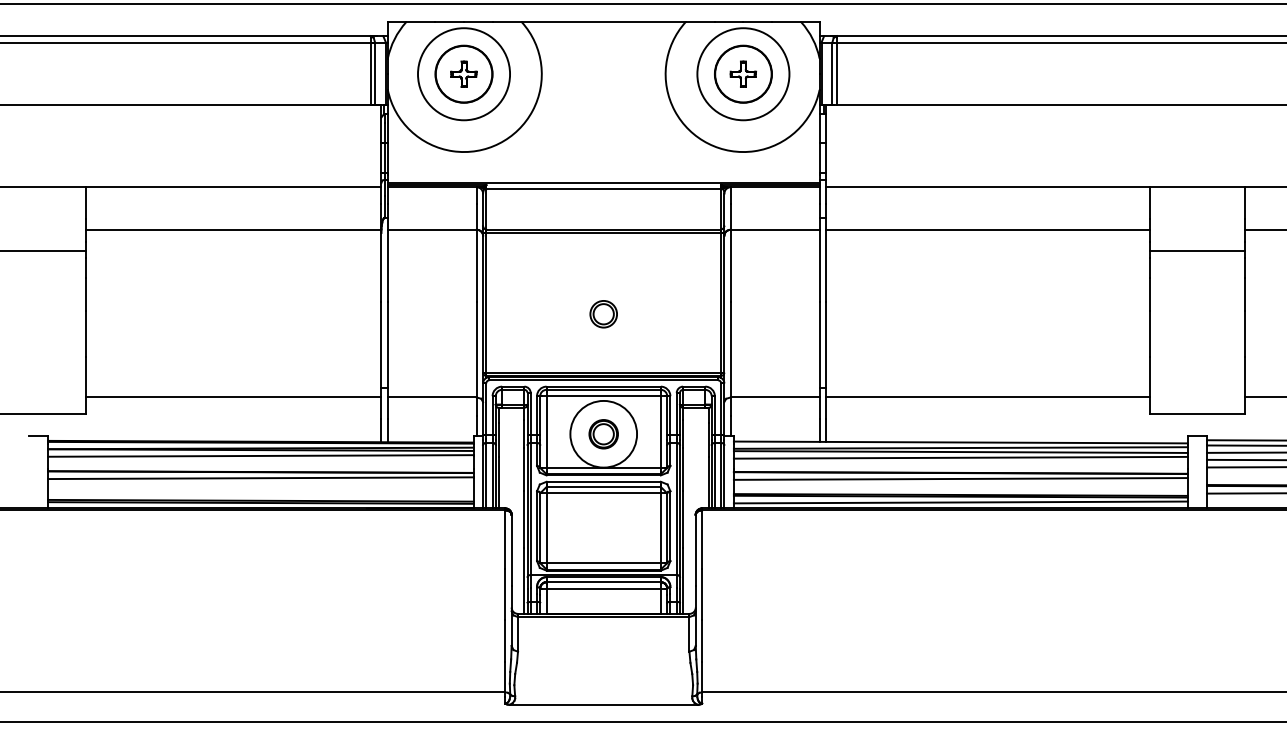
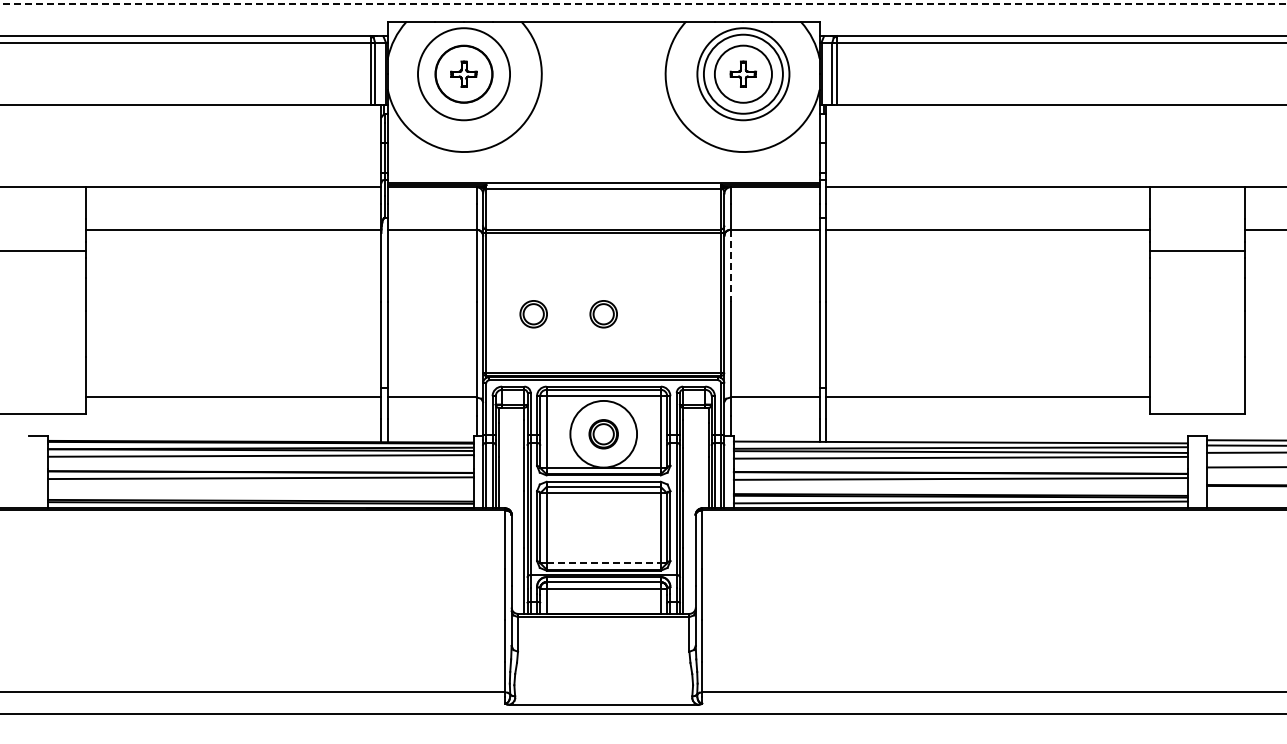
line at (642, 4): solid -> dashed
circle at (743, 74) diameter: 56 px -> 79 px
line at (730, 266): solid -> dashed
part at (533, 314): none -> present
line at (1264, 397): present -> none
line at (1244, 459): present -> none
line at (1244, 493): present -> none
line at (604, 563): solid -> dashed
line at (642, 721) position: (642, 721) -> (642, 713)
